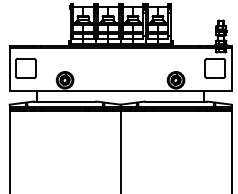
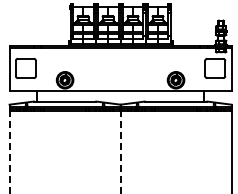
line at (9, 152): solid -> dashed
line at (120, 152): solid -> dashed
